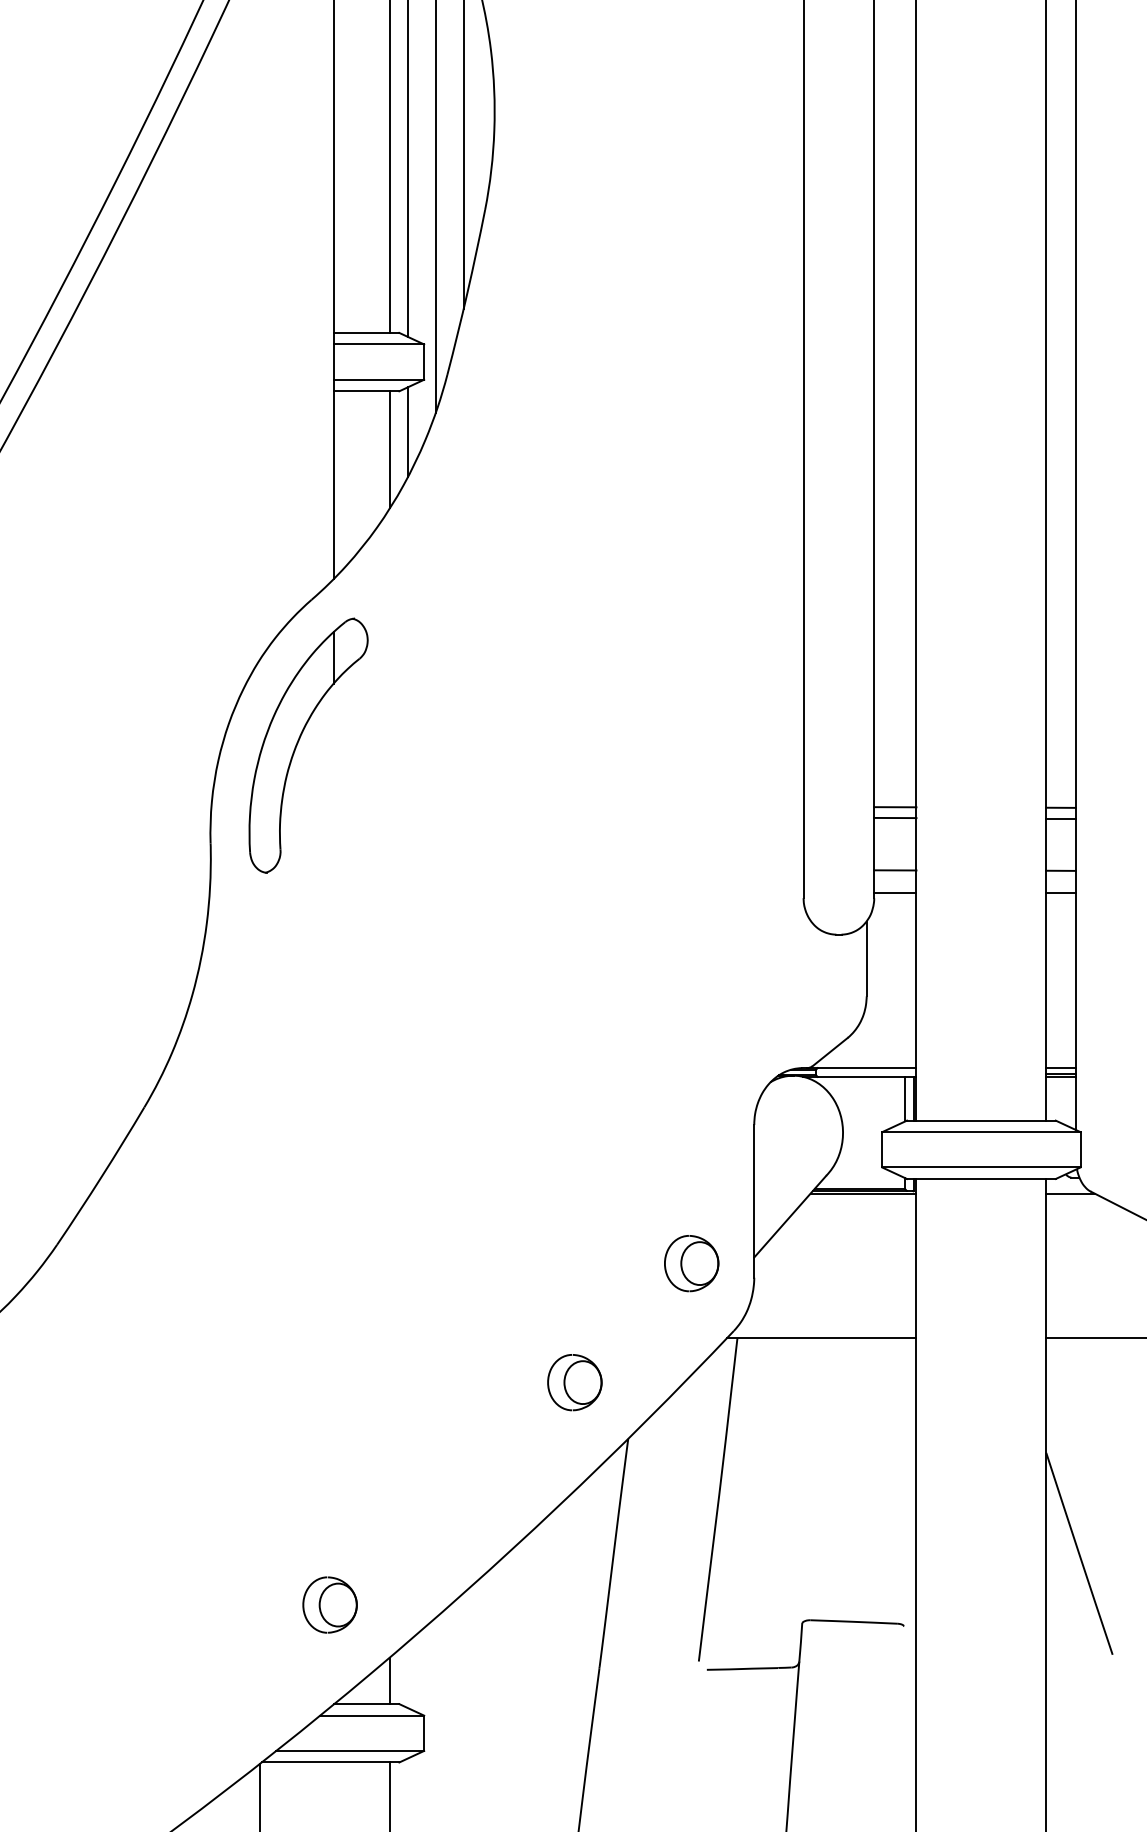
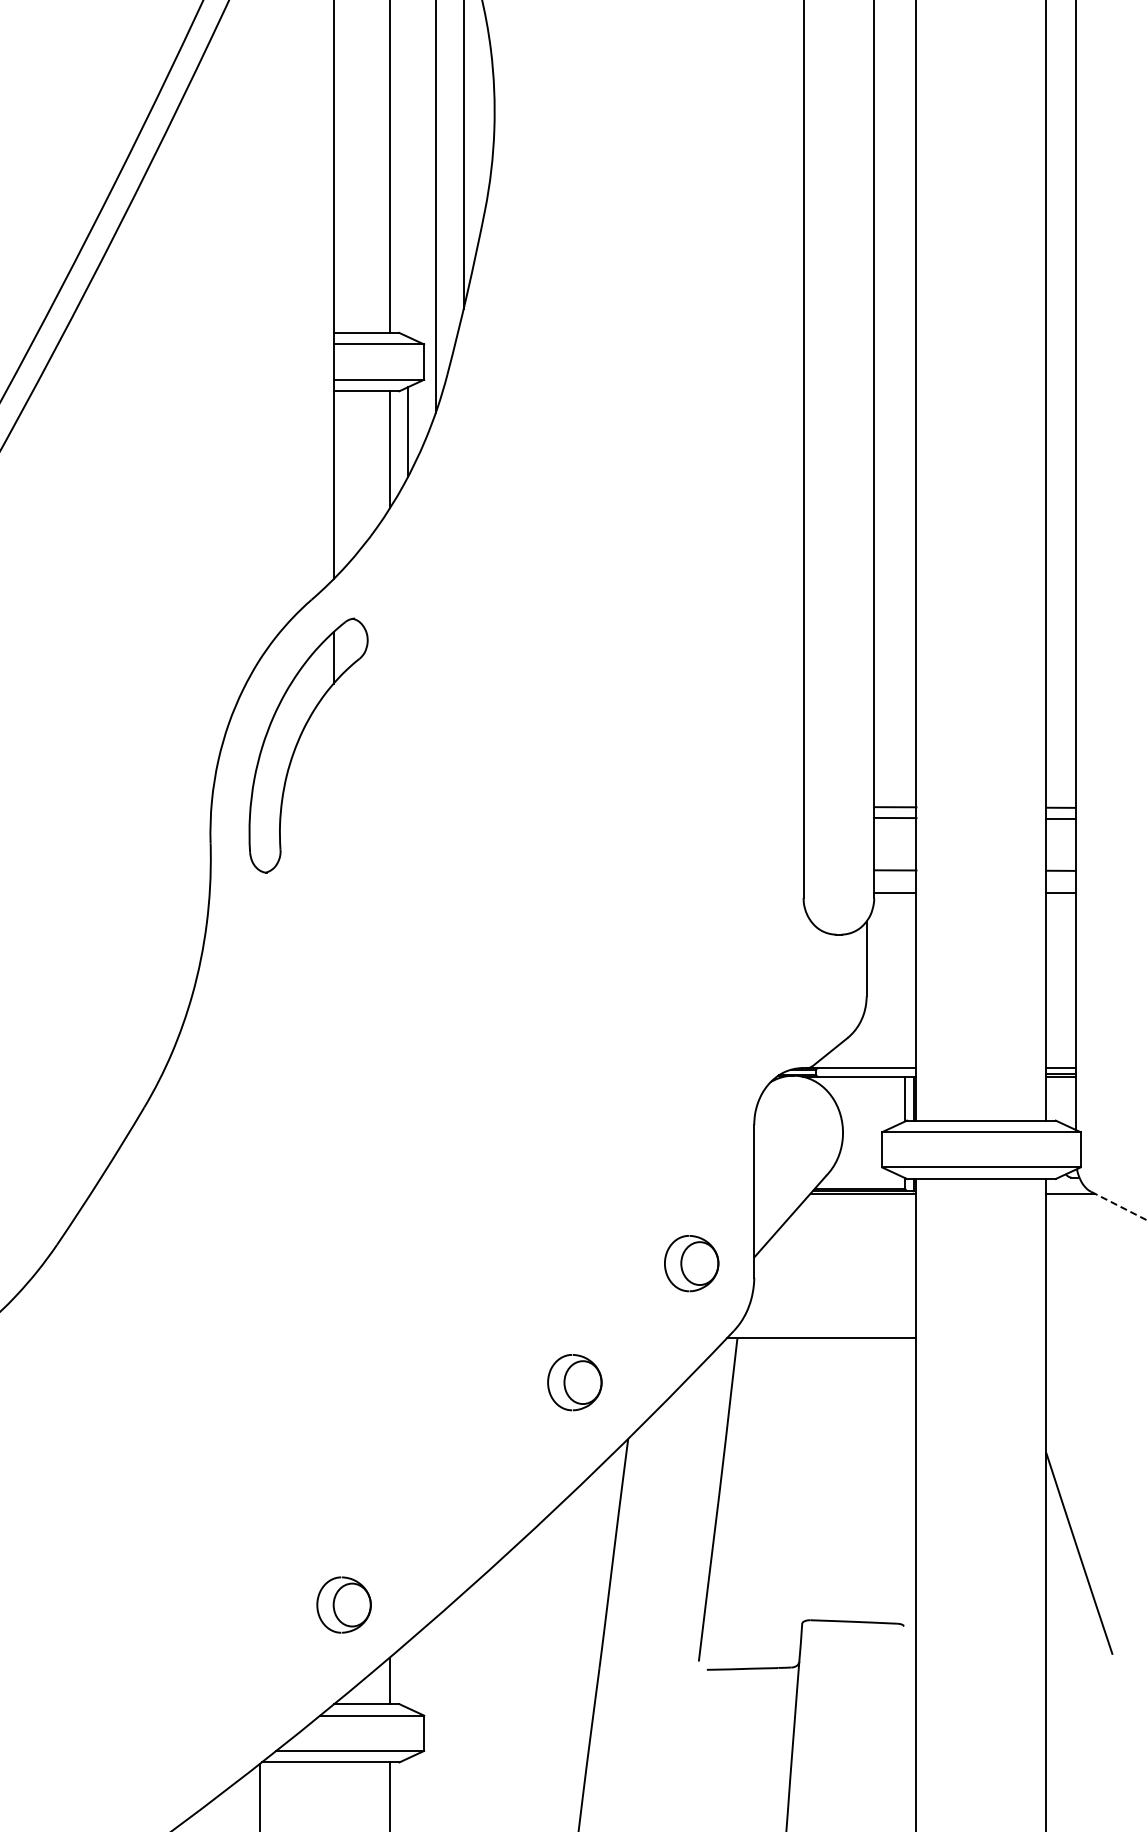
line at (408, 169): present -> none
line at (1118, 1205): solid -> dashed
line at (1094, 1337): present -> none
part at (329, 1604) position: (329, 1604) -> (343, 1604)
